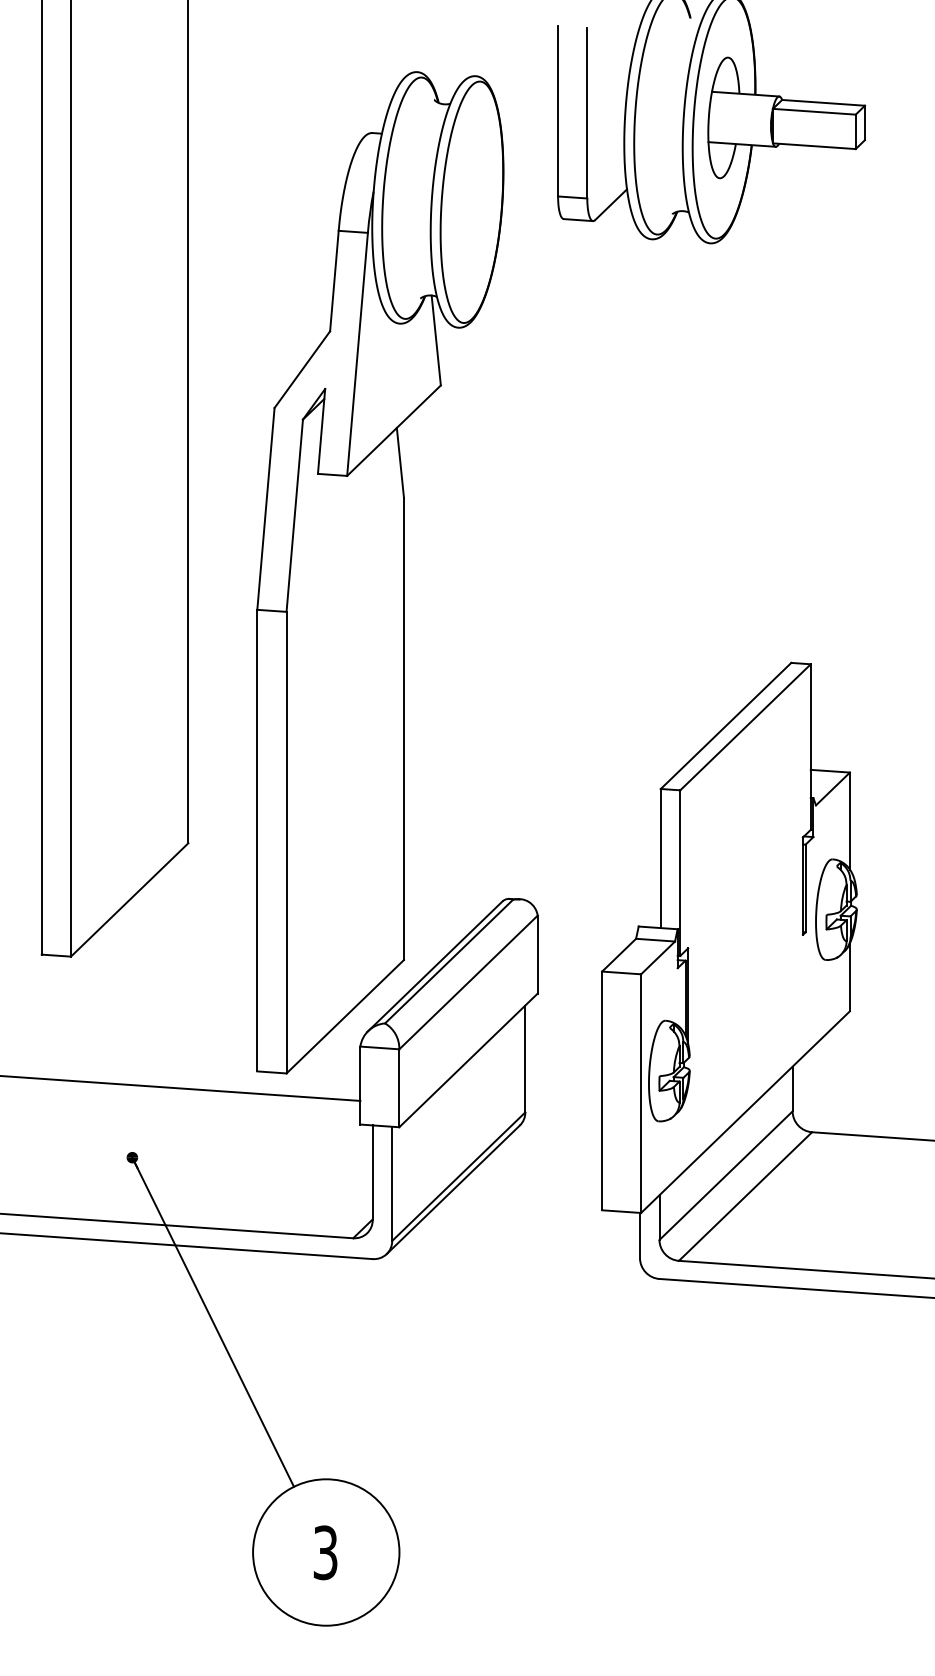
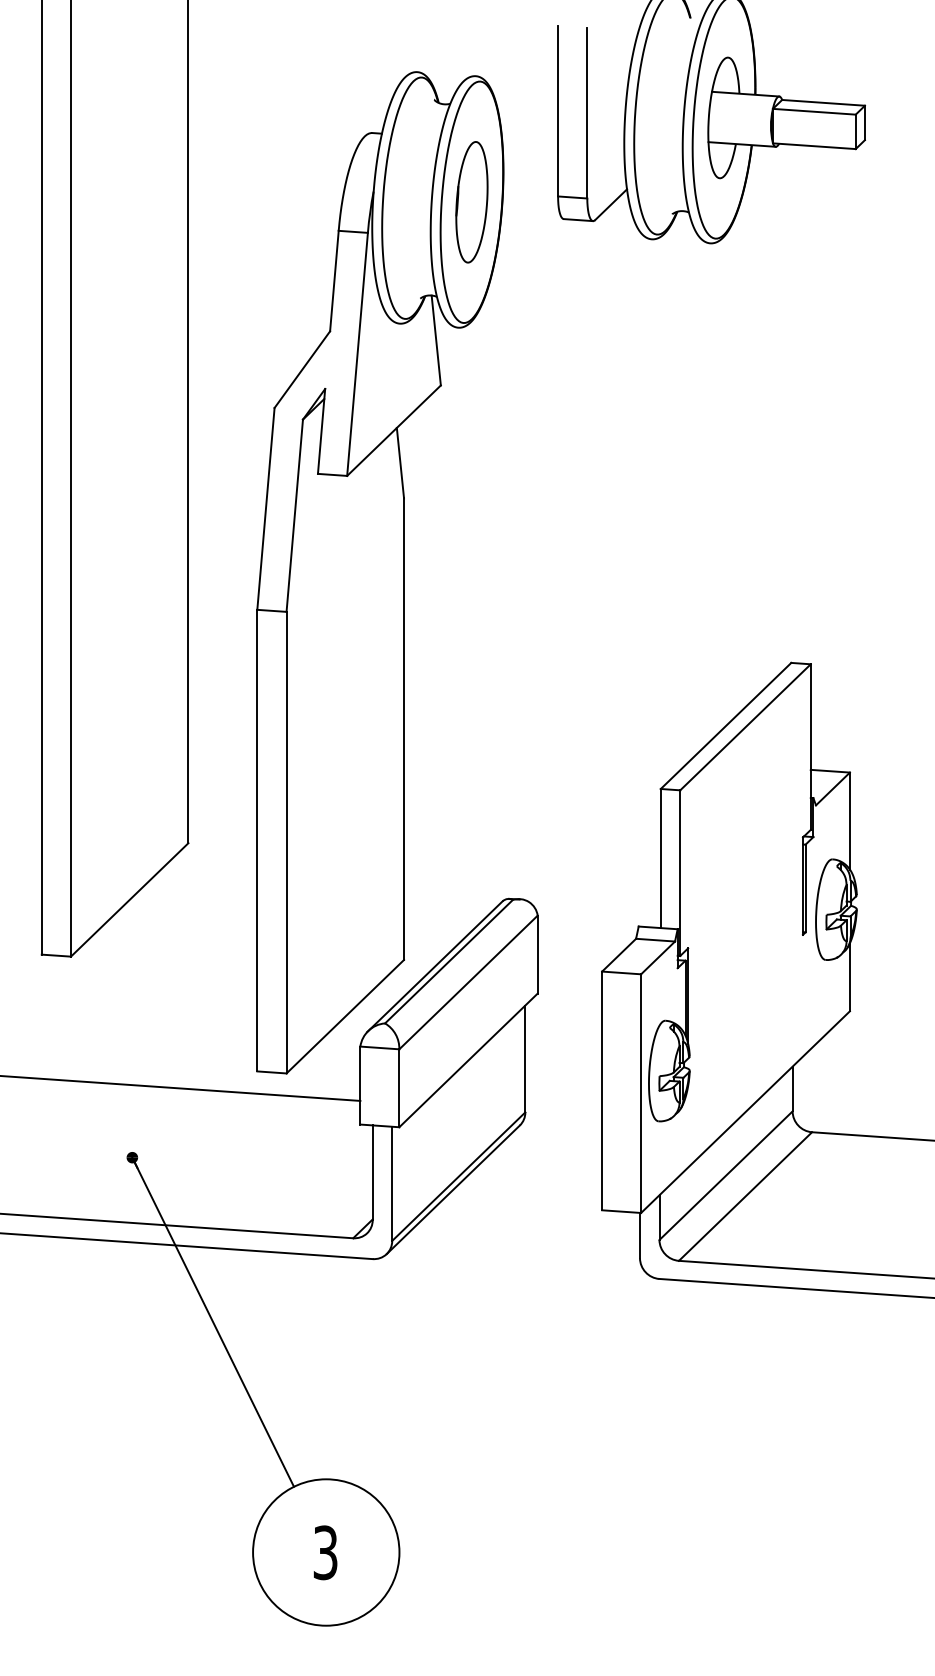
part at (471, 202): none -> present
